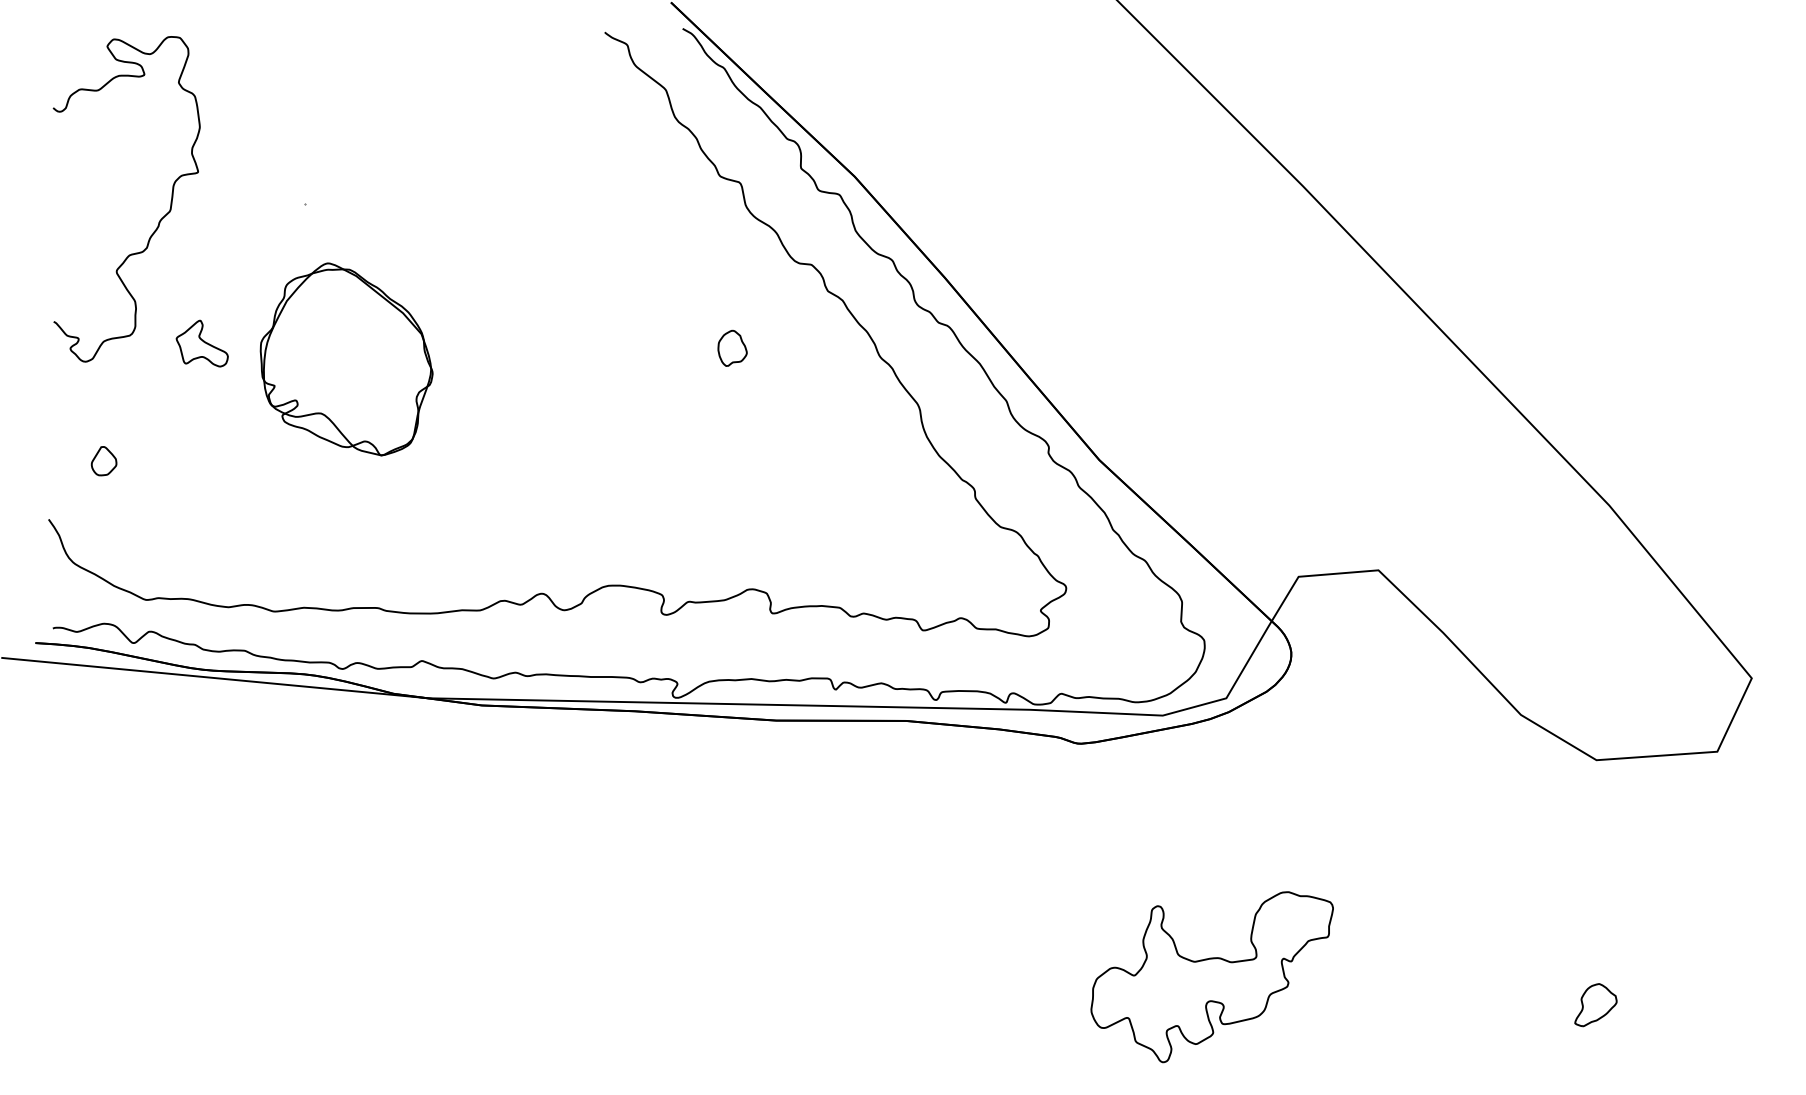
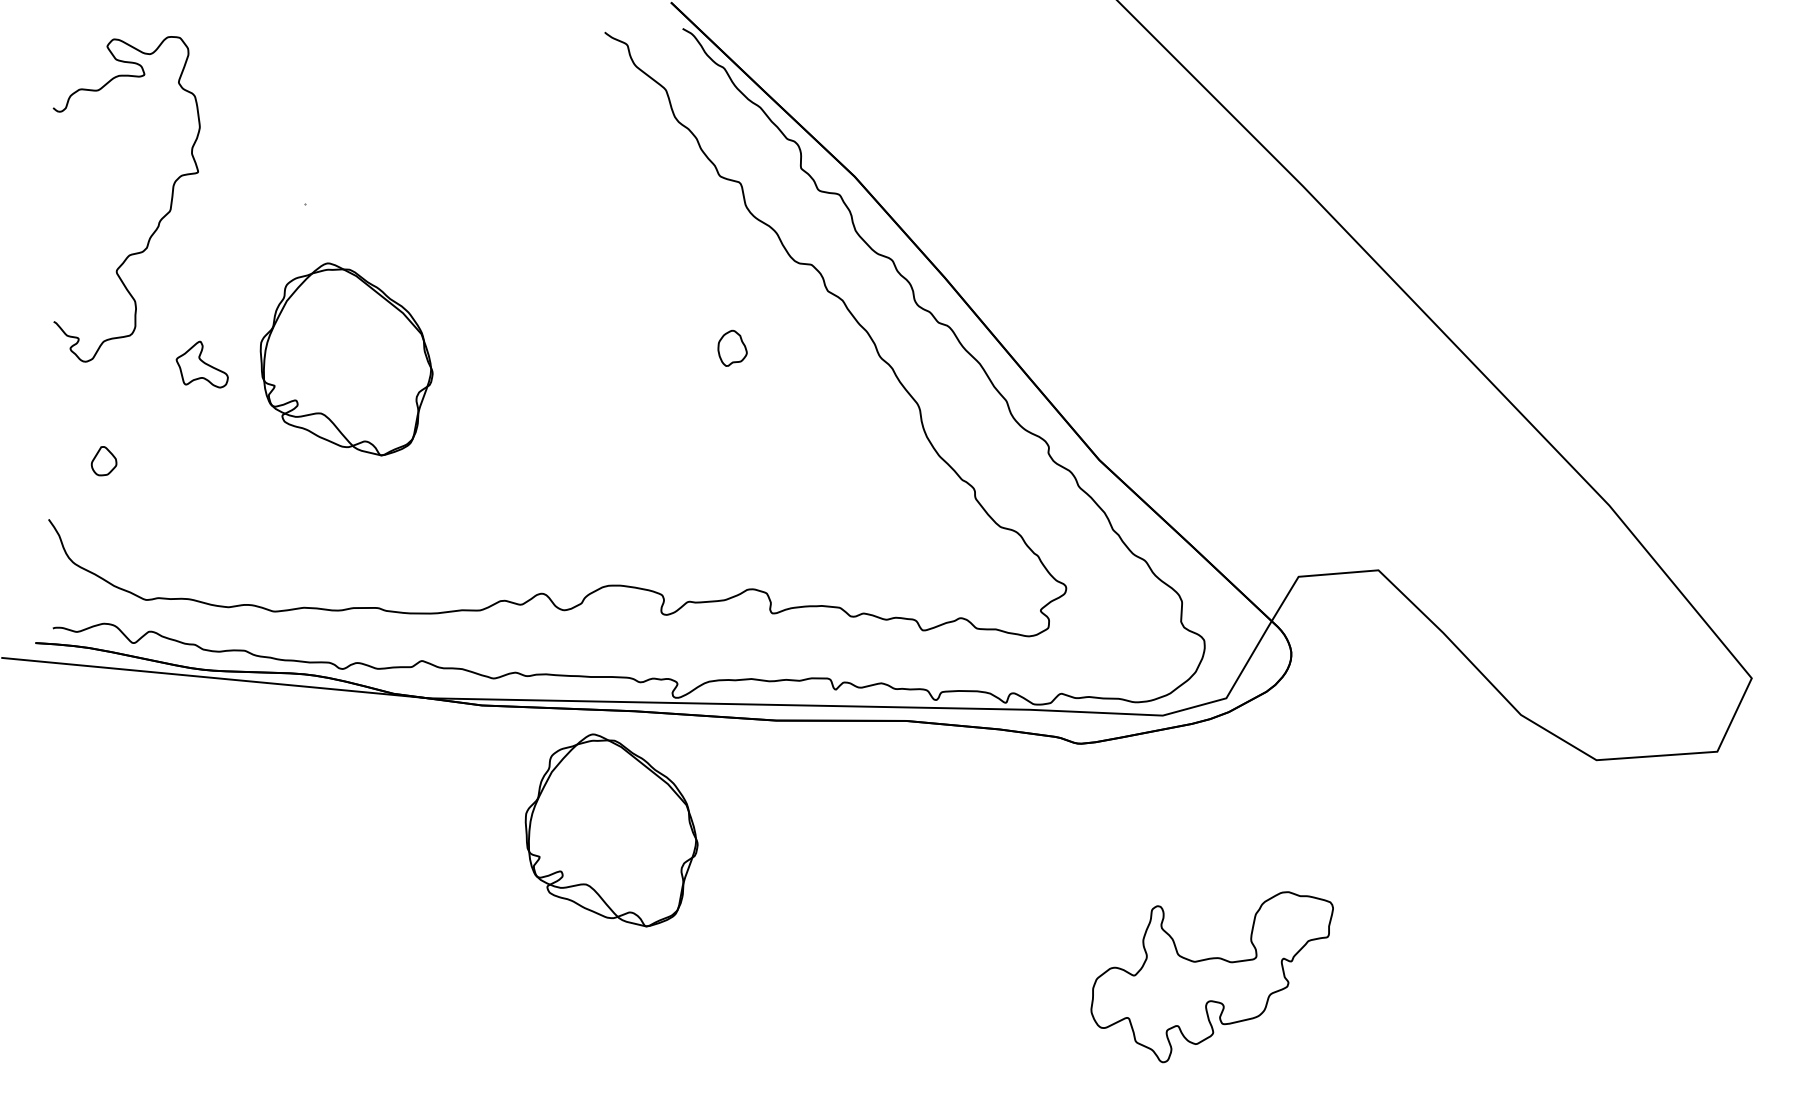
part at (201, 343) position: (201, 343) -> (201, 364)
part at (611, 830): none -> present
part at (1595, 1005): present -> none
